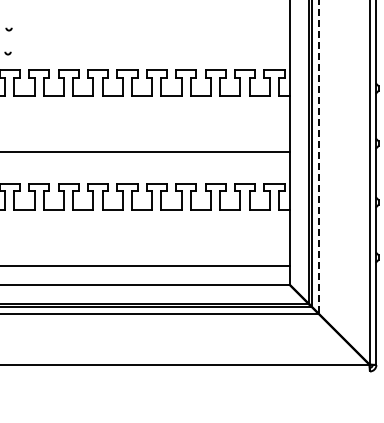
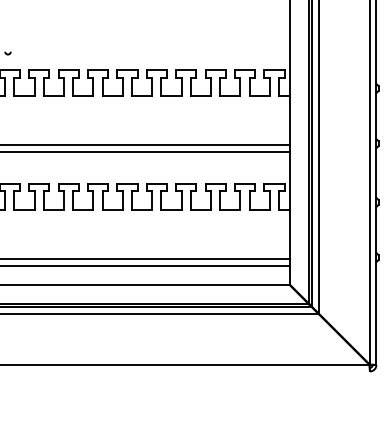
arc at (8, 29): present -> none
line at (146, 145): none -> present
line at (318, 156): dashed -> solid
line at (146, 259): none -> present
